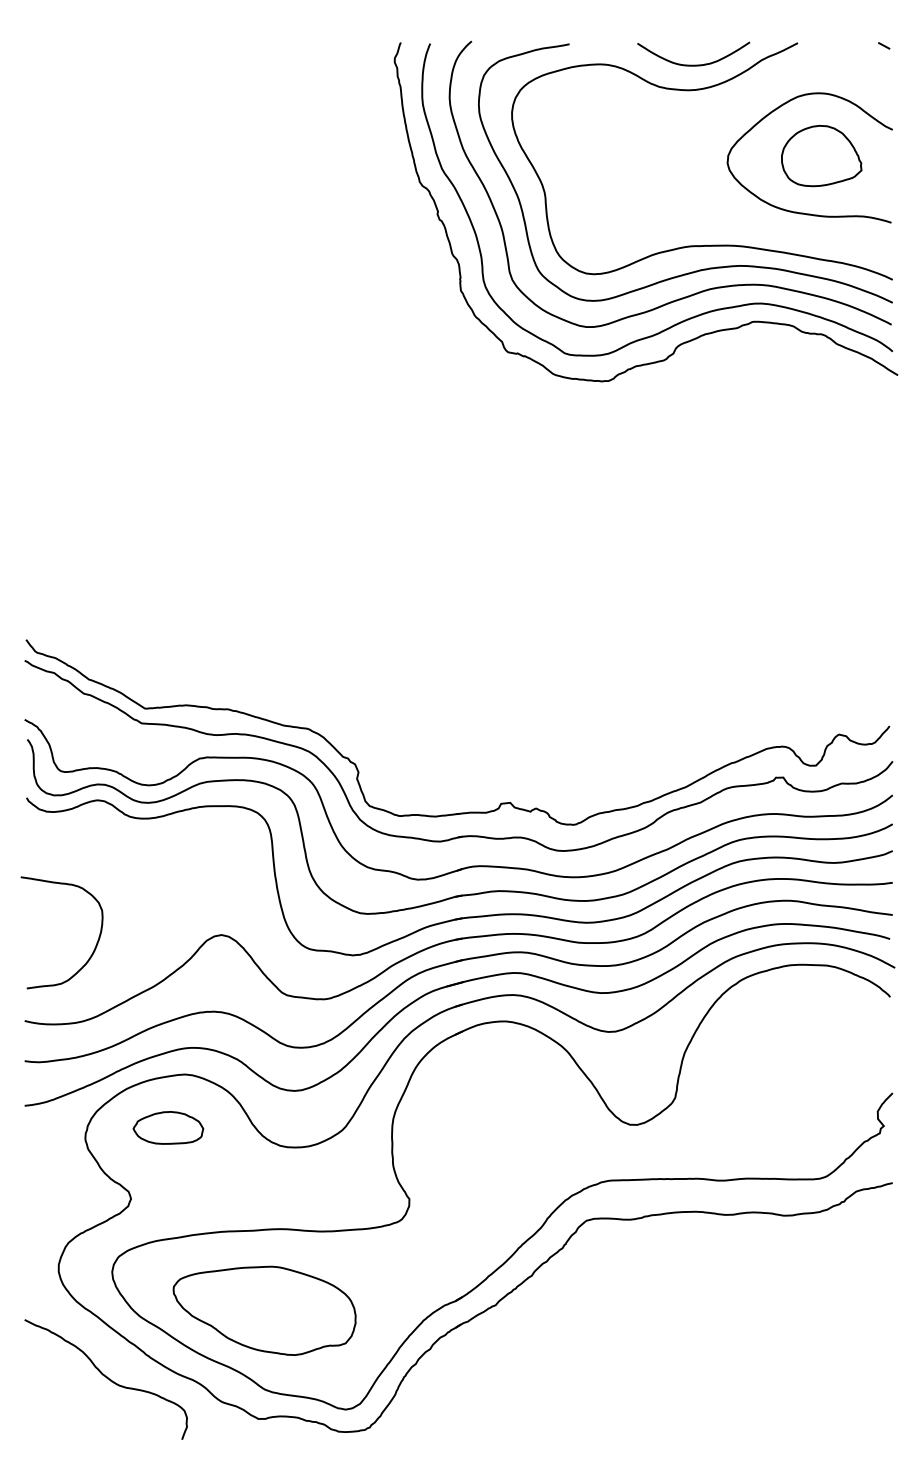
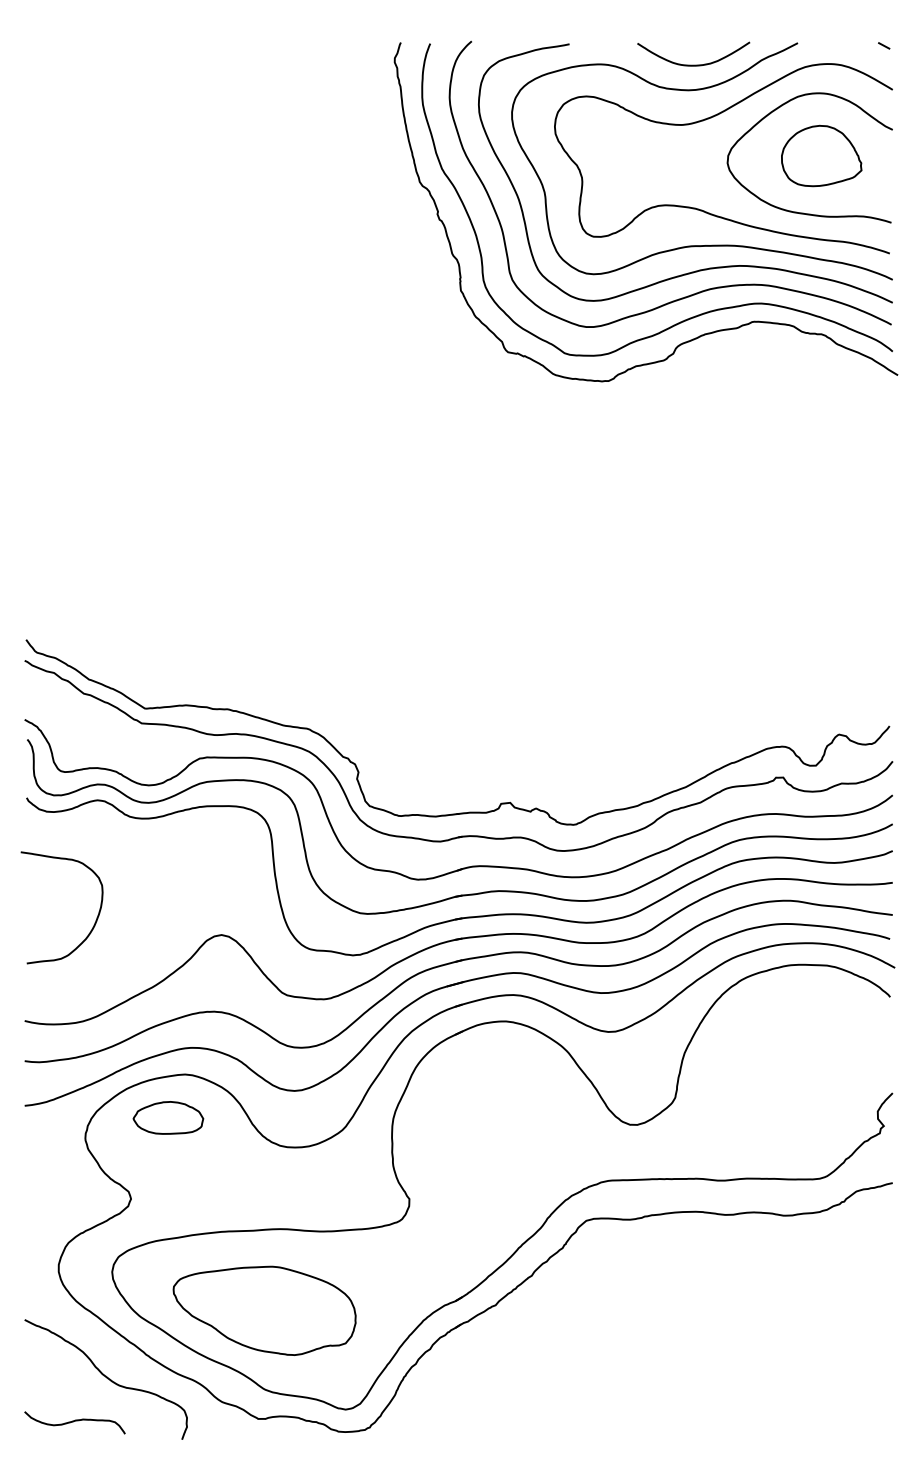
curve at (711, 118): none -> present
curve at (94, 947) position: (94, 947) -> (94, 922)
part at (168, 1127) position: (168, 1127) -> (168, 1117)
curve at (74, 1421): none -> present
